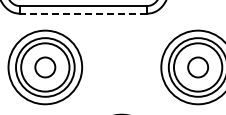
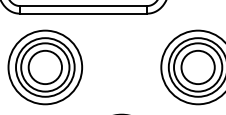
line at (83, 13): dashed -> solid
circle at (45, 67) diameter: 20 px -> 33 px
circle at (198, 67) diameter: 20 px -> 33 px
